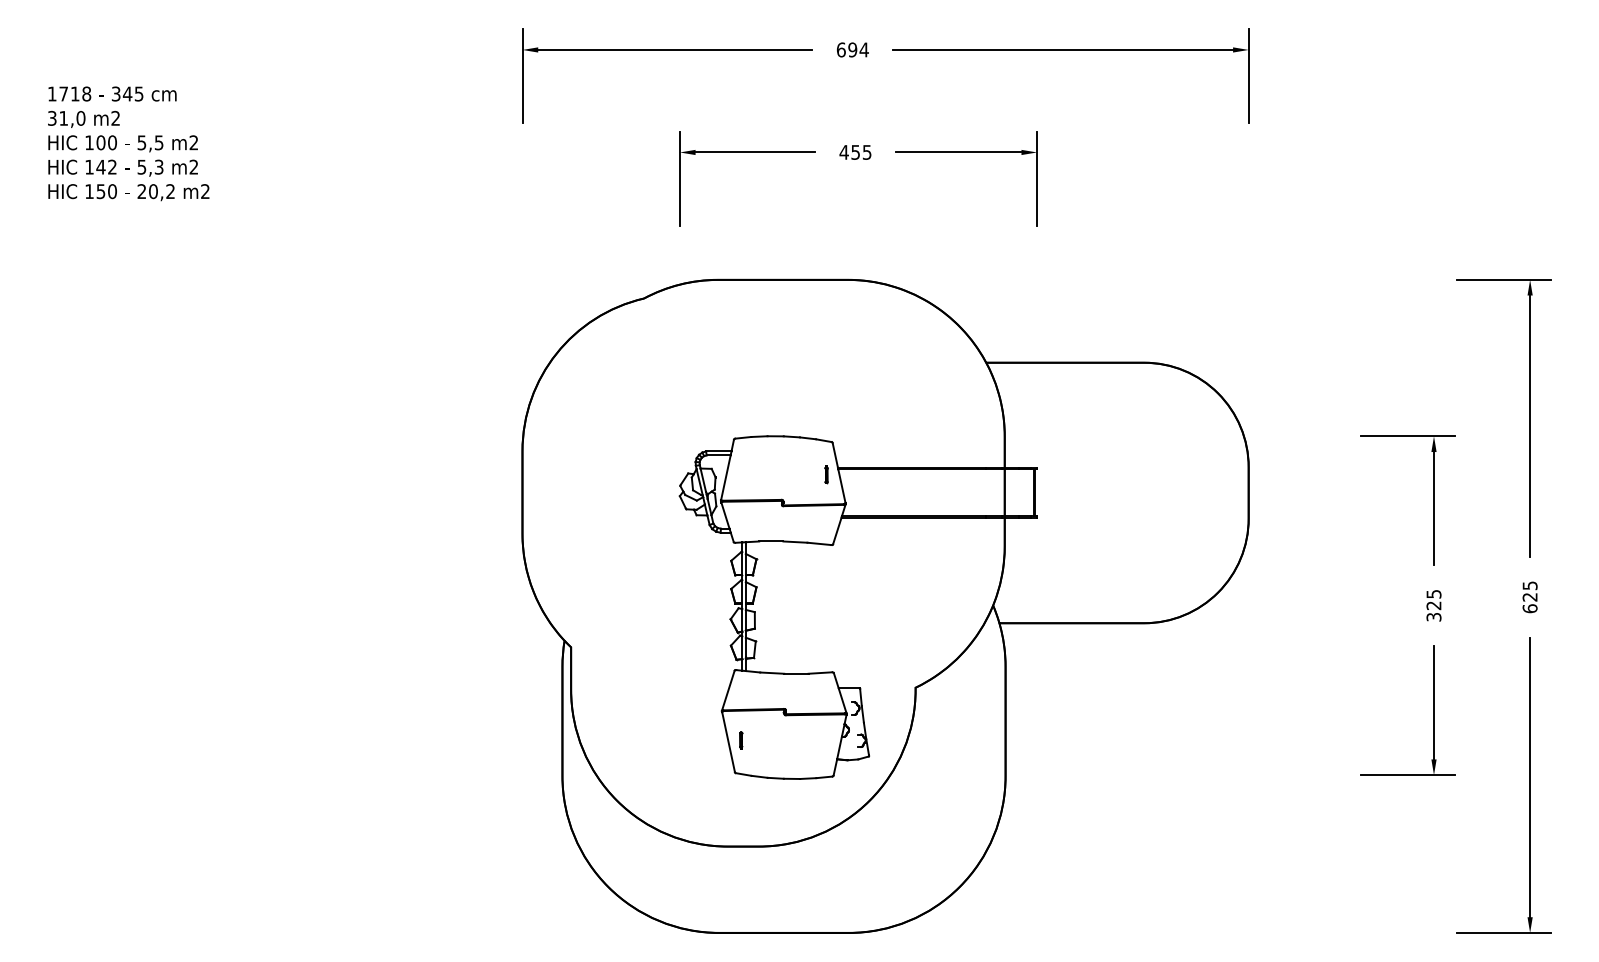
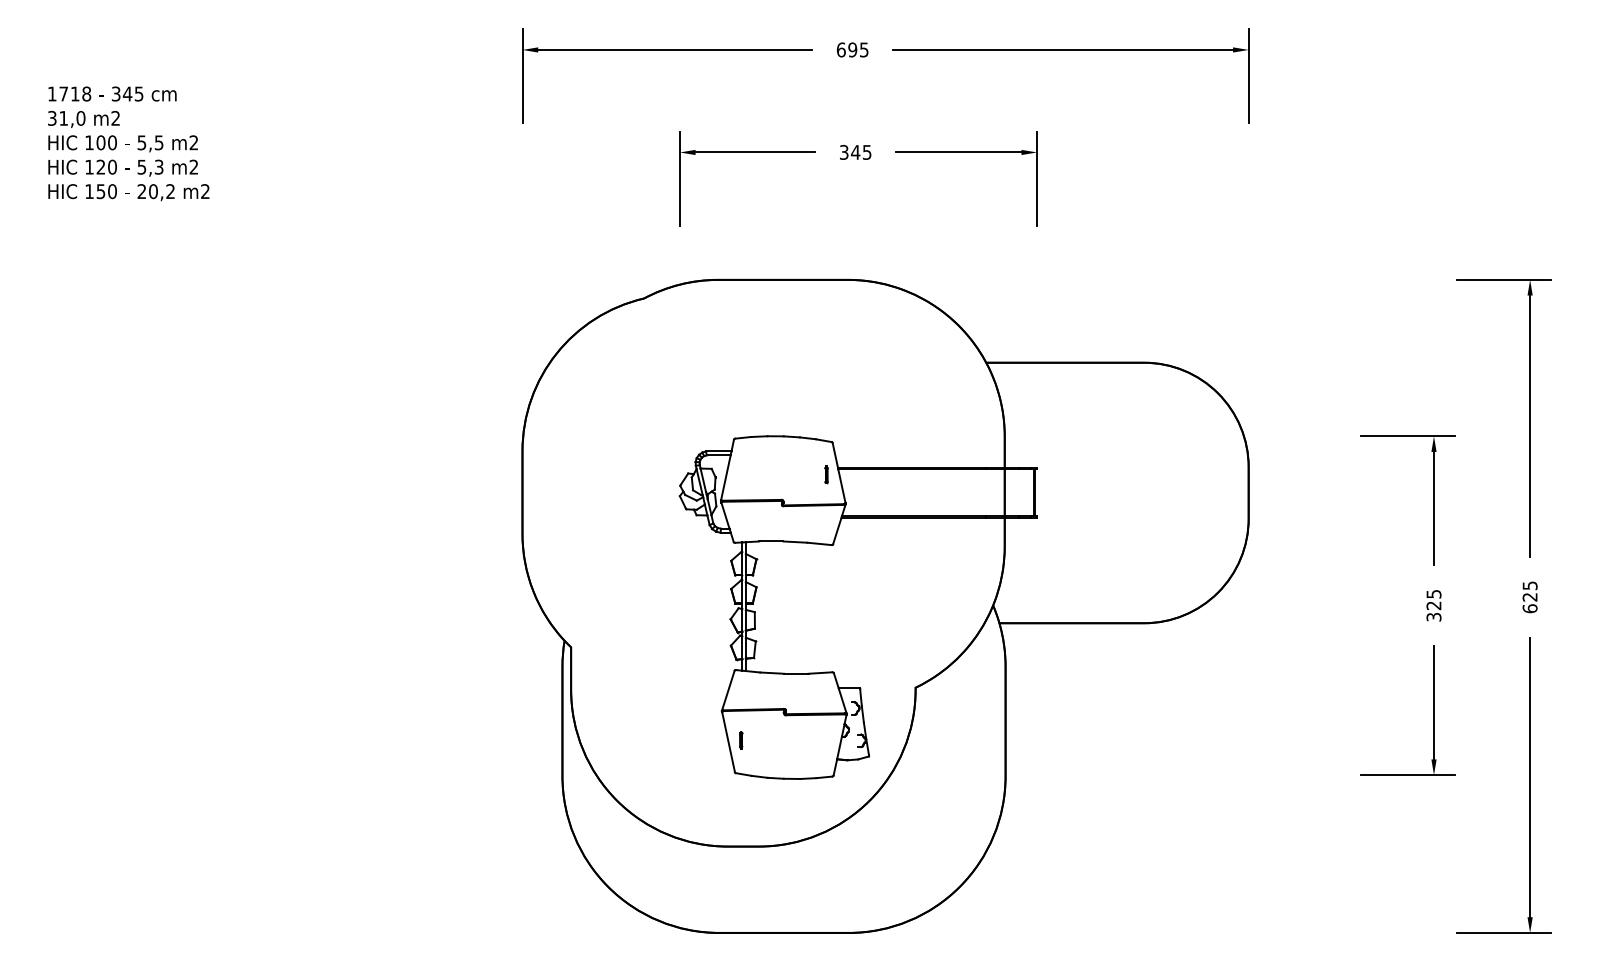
text at (863, 49): 694 -> 695
text at (849, 152): 455 -> 345
text at (106, 166): 142 -> 120
